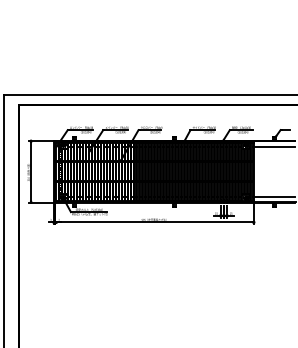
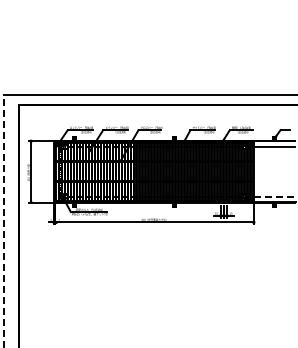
line at (275, 196): solid -> dashed
line at (3, 220): solid -> dashed
